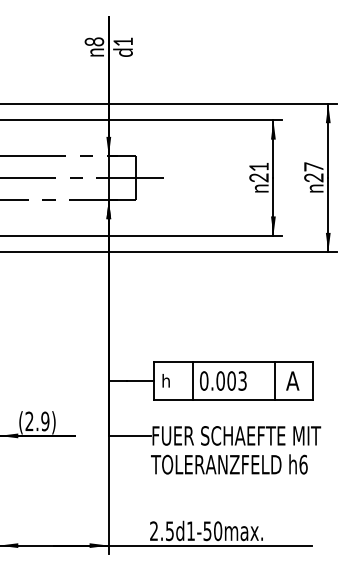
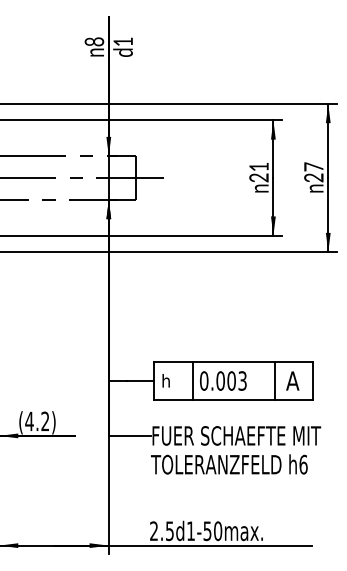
text at (37, 421): (2.9) -> (4.2)
